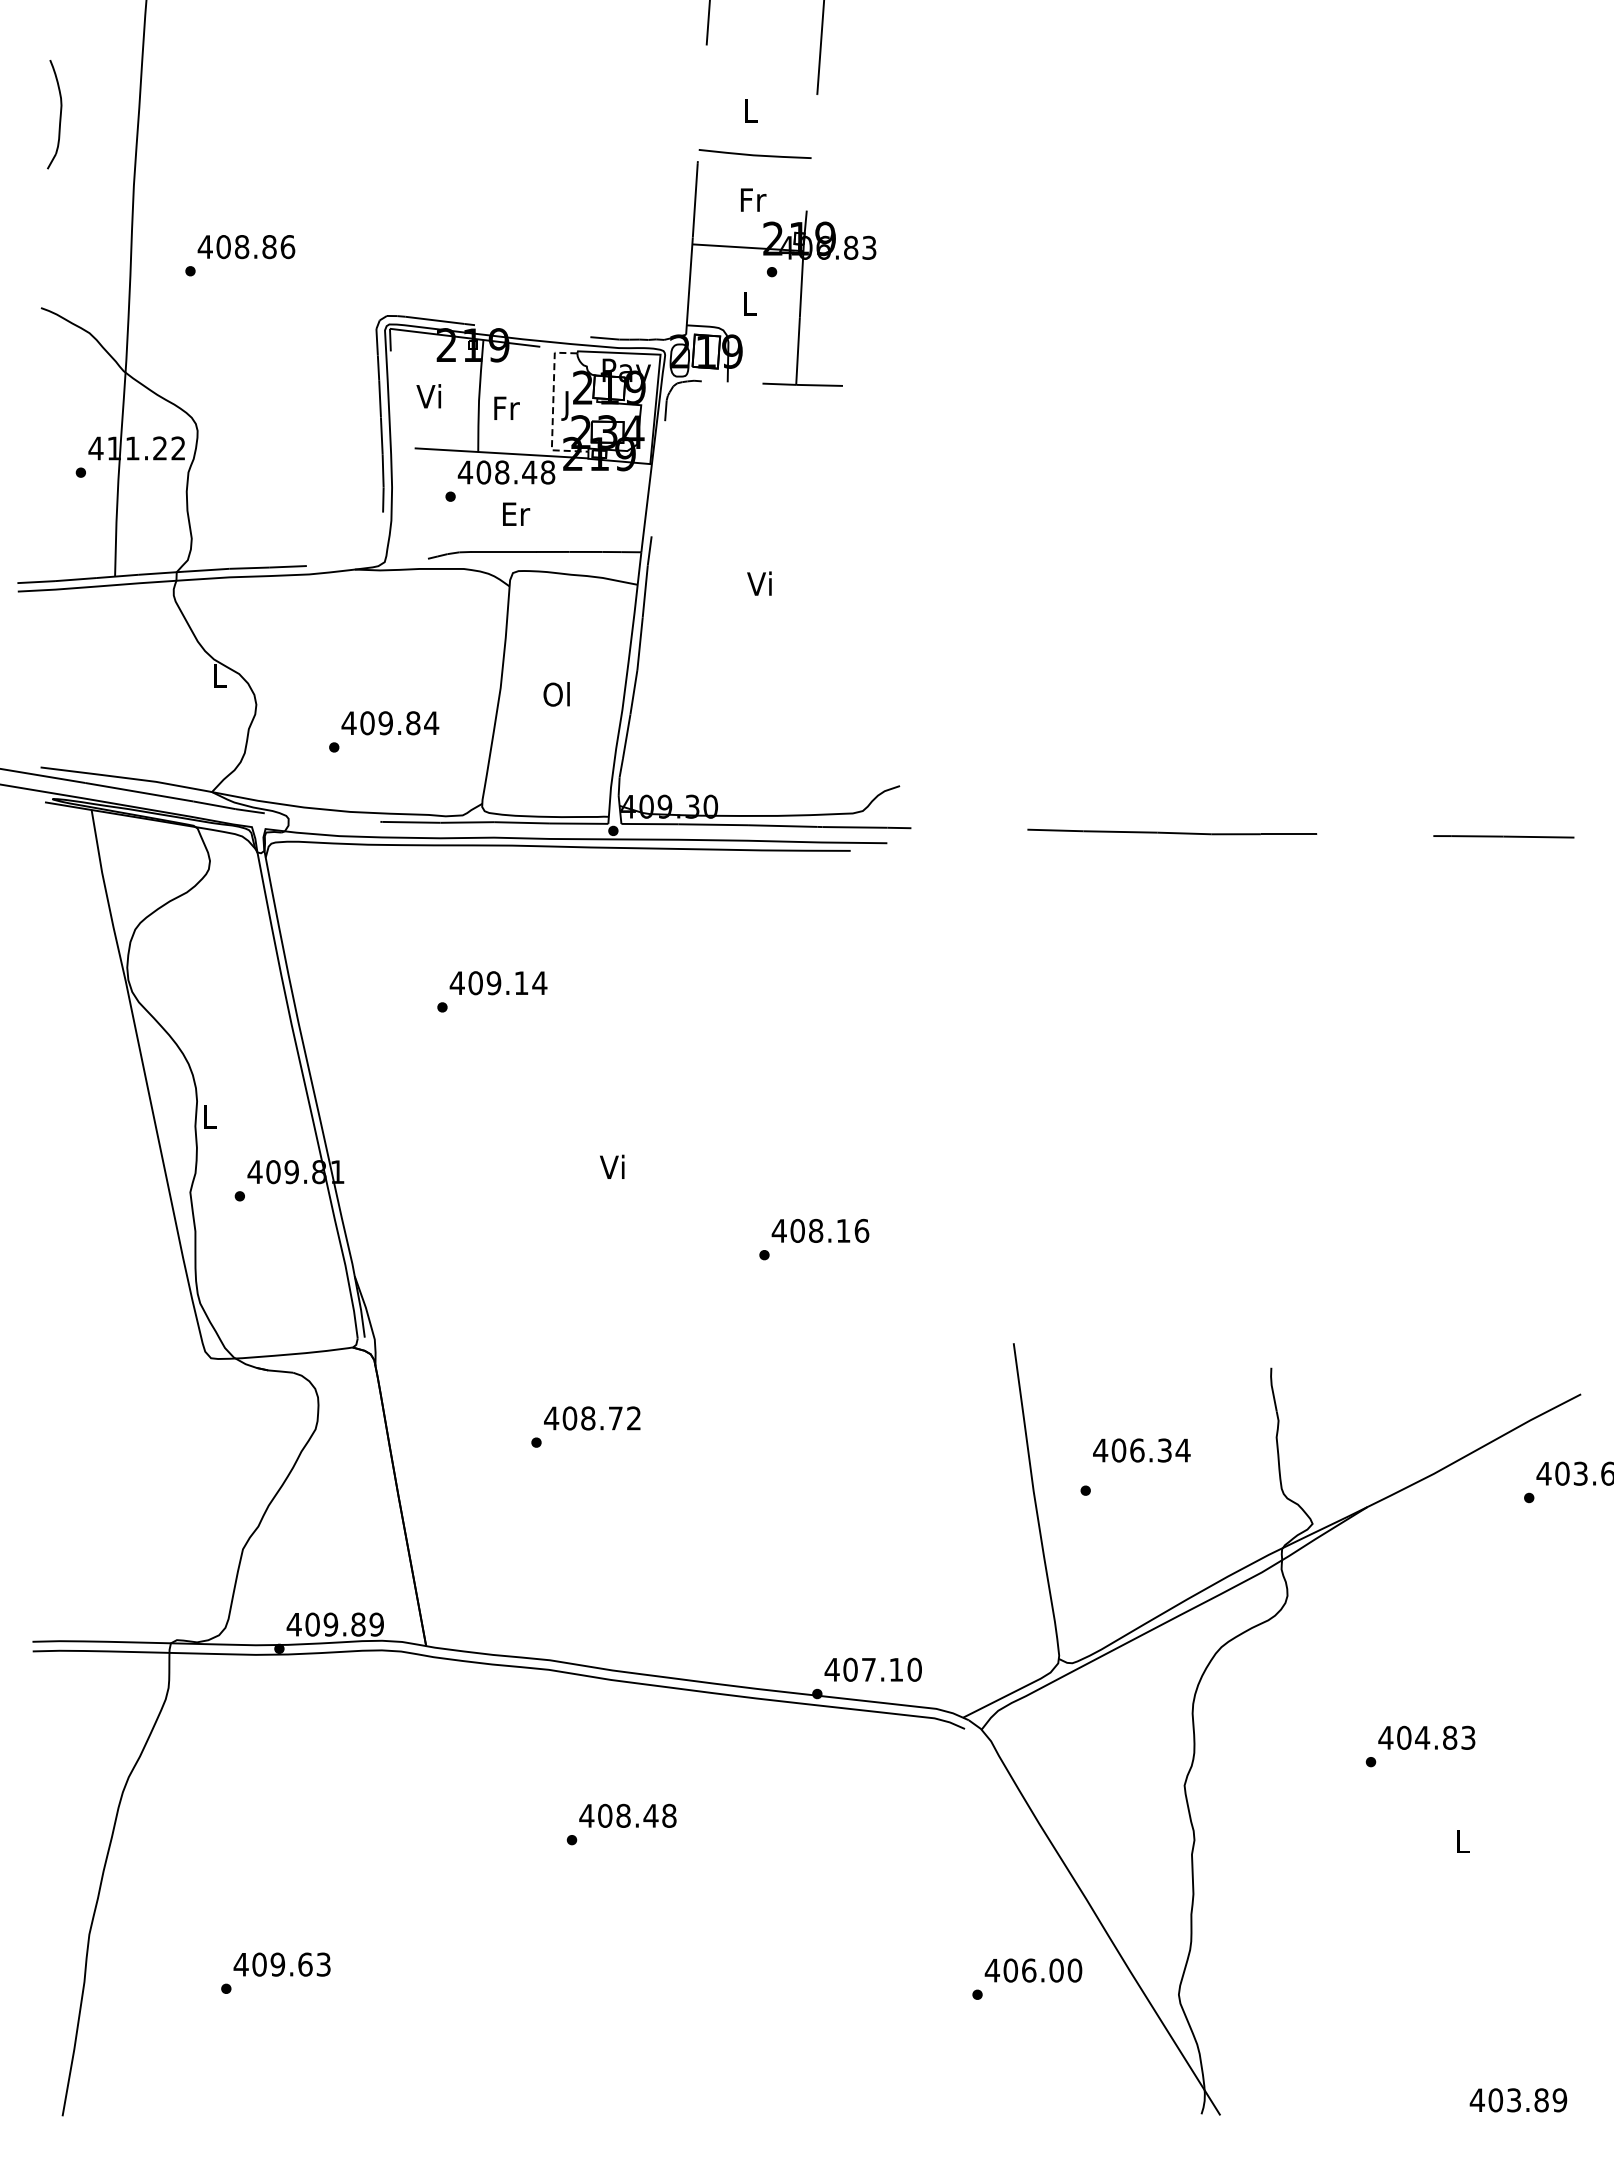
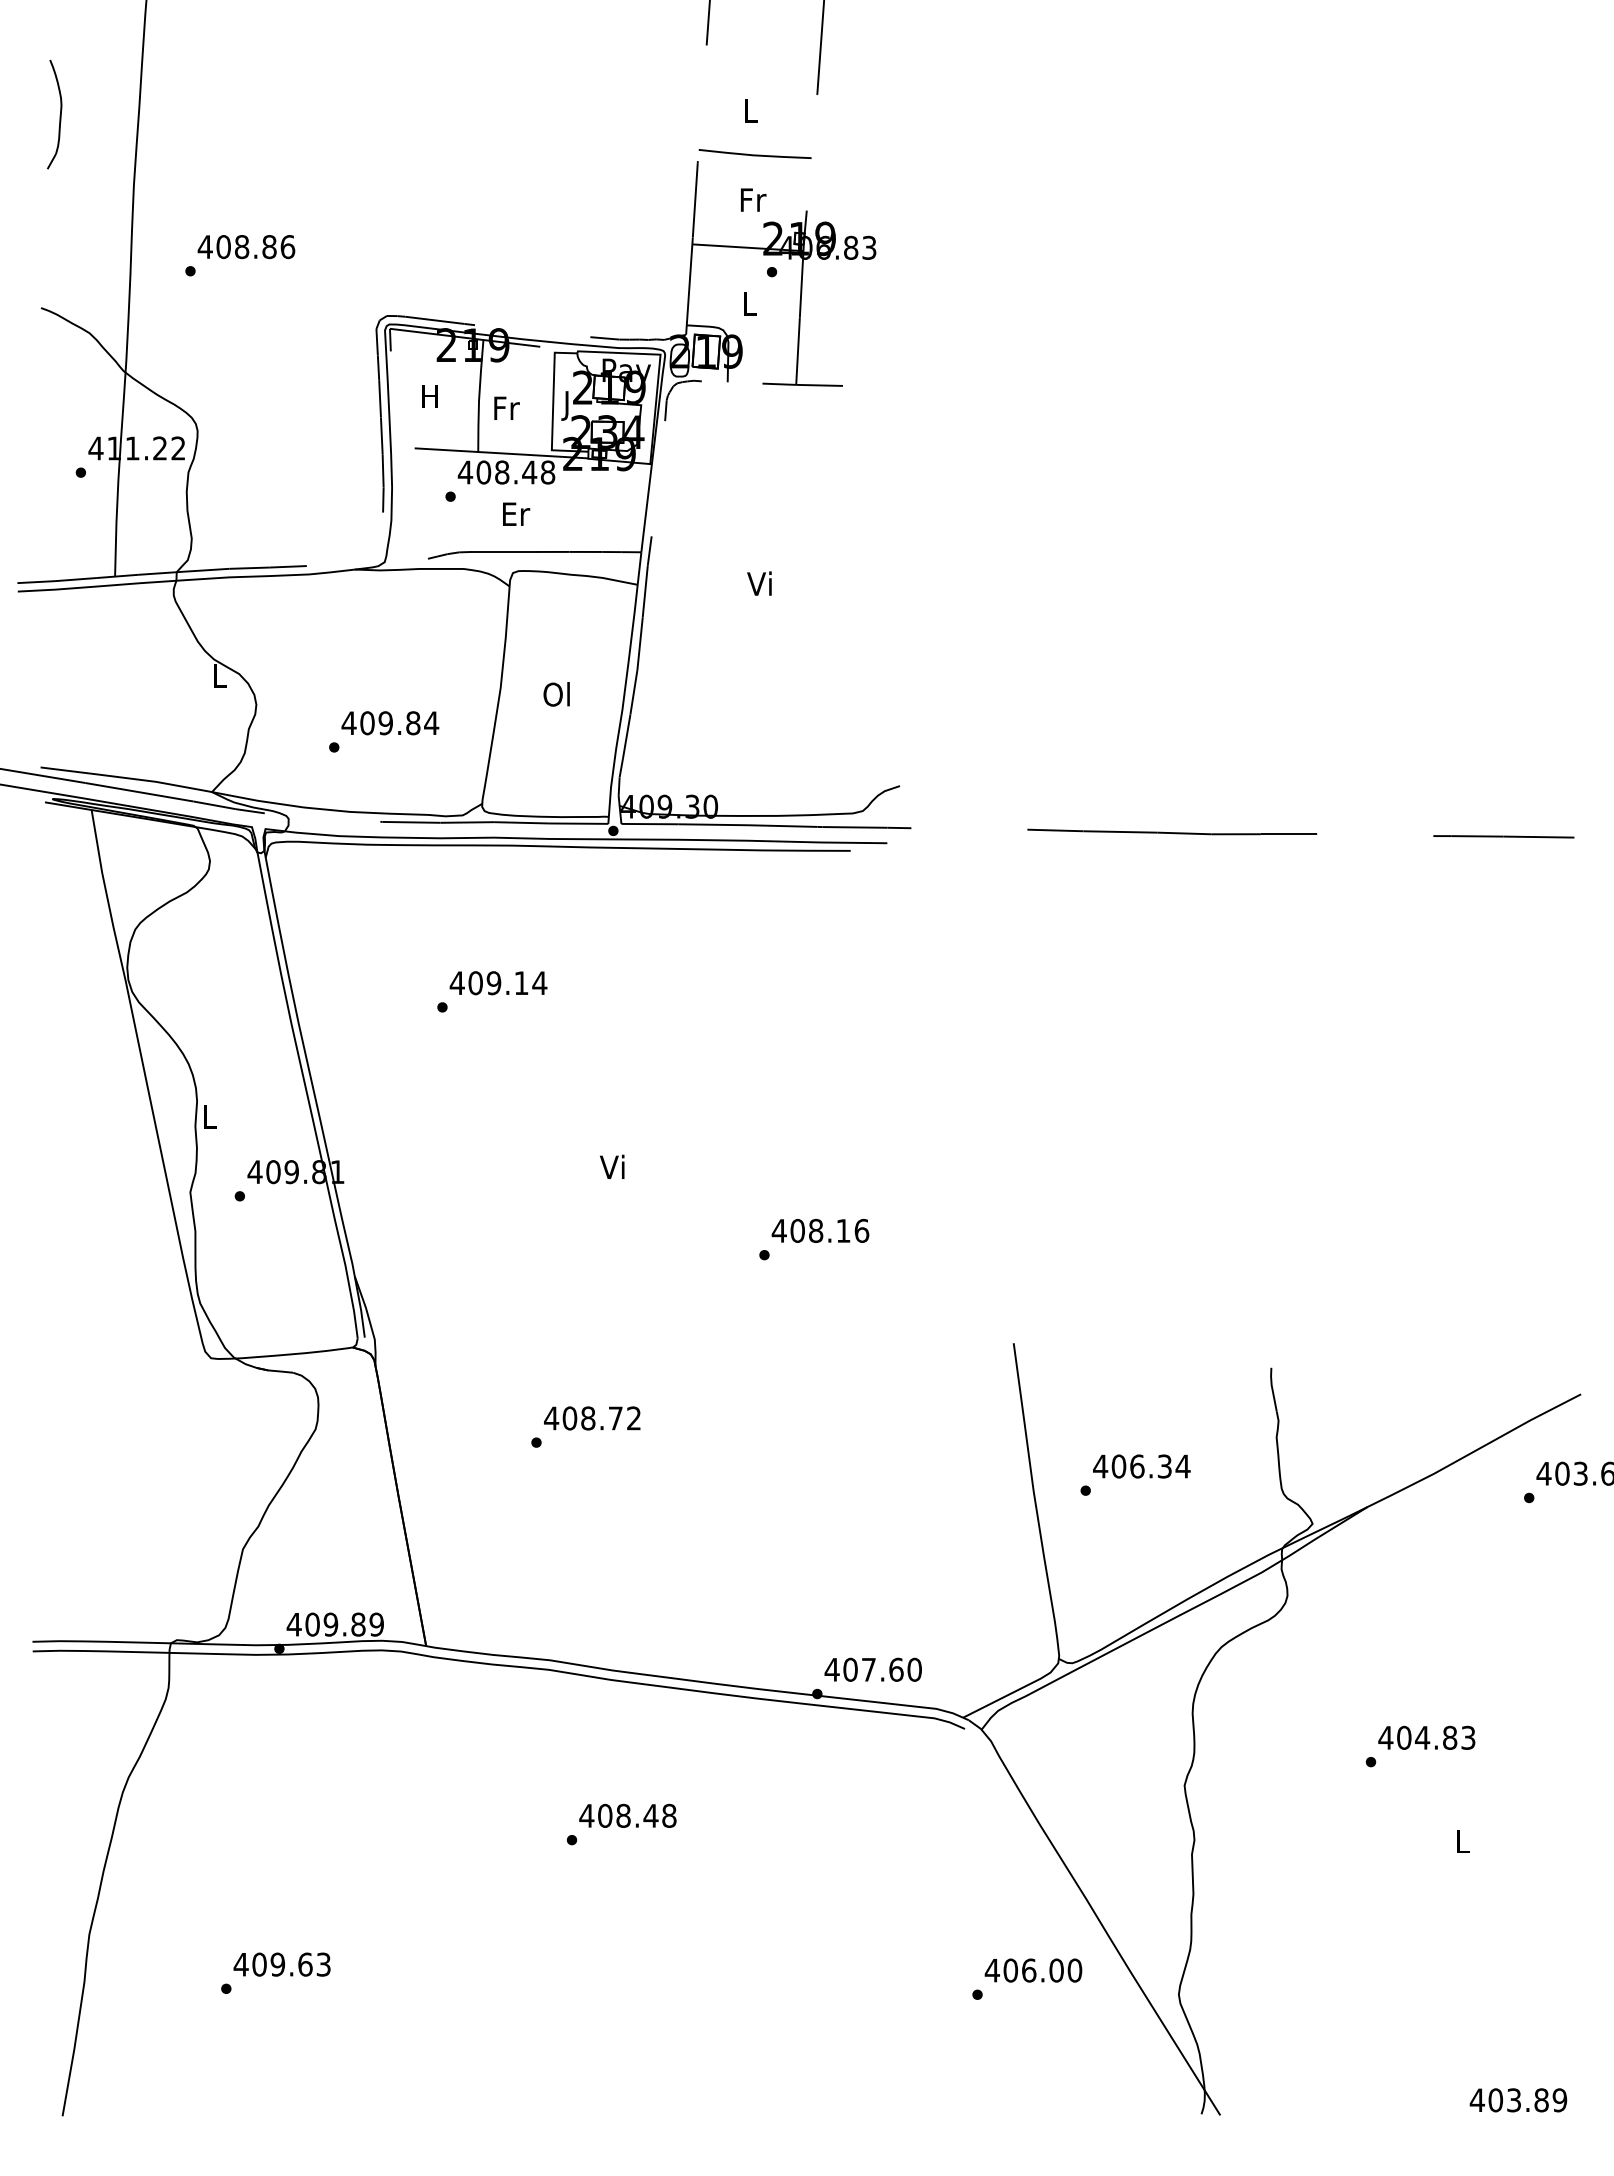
text at (428, 396): Vi -> H
line at (553, 408): dashed -> solid
text at (1141, 1450) position: (1141, 1450) -> (1141, 1466)
text at (896, 1669): 407.10 -> 407.60
